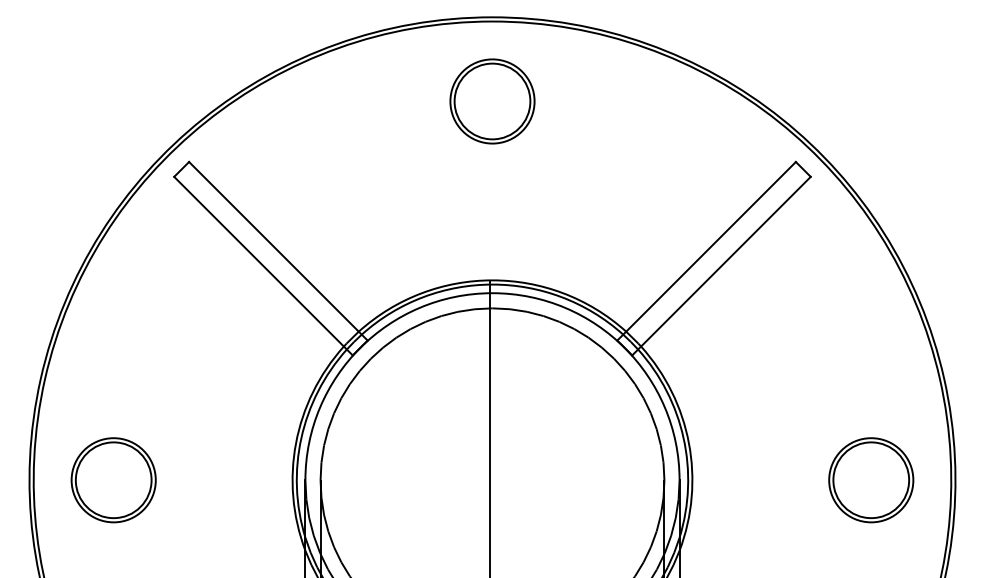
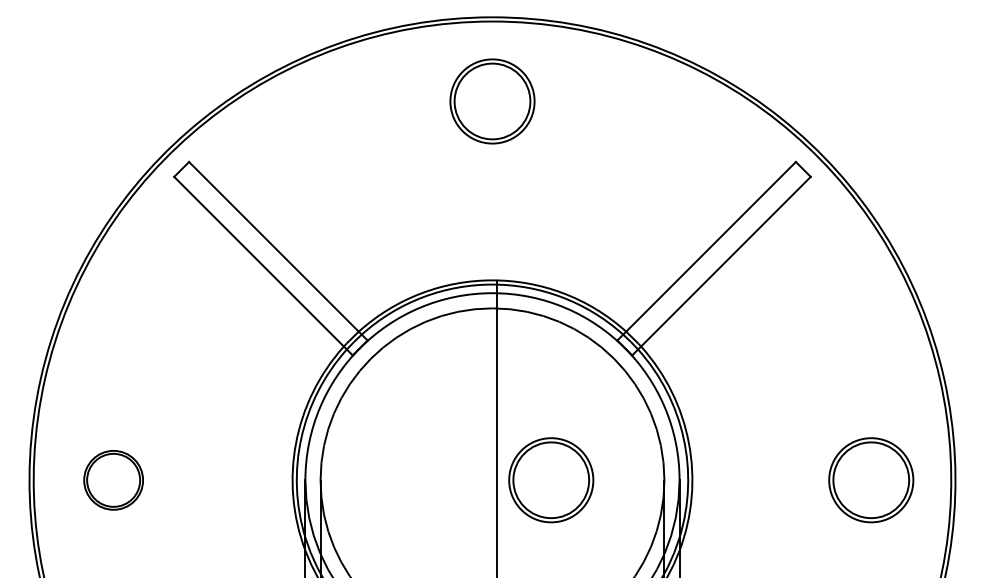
line at (489, 427) position: (489, 427) -> (496, 427)
part at (113, 480) size: 87x87 px -> 61x61 px
part at (551, 480): none -> present
